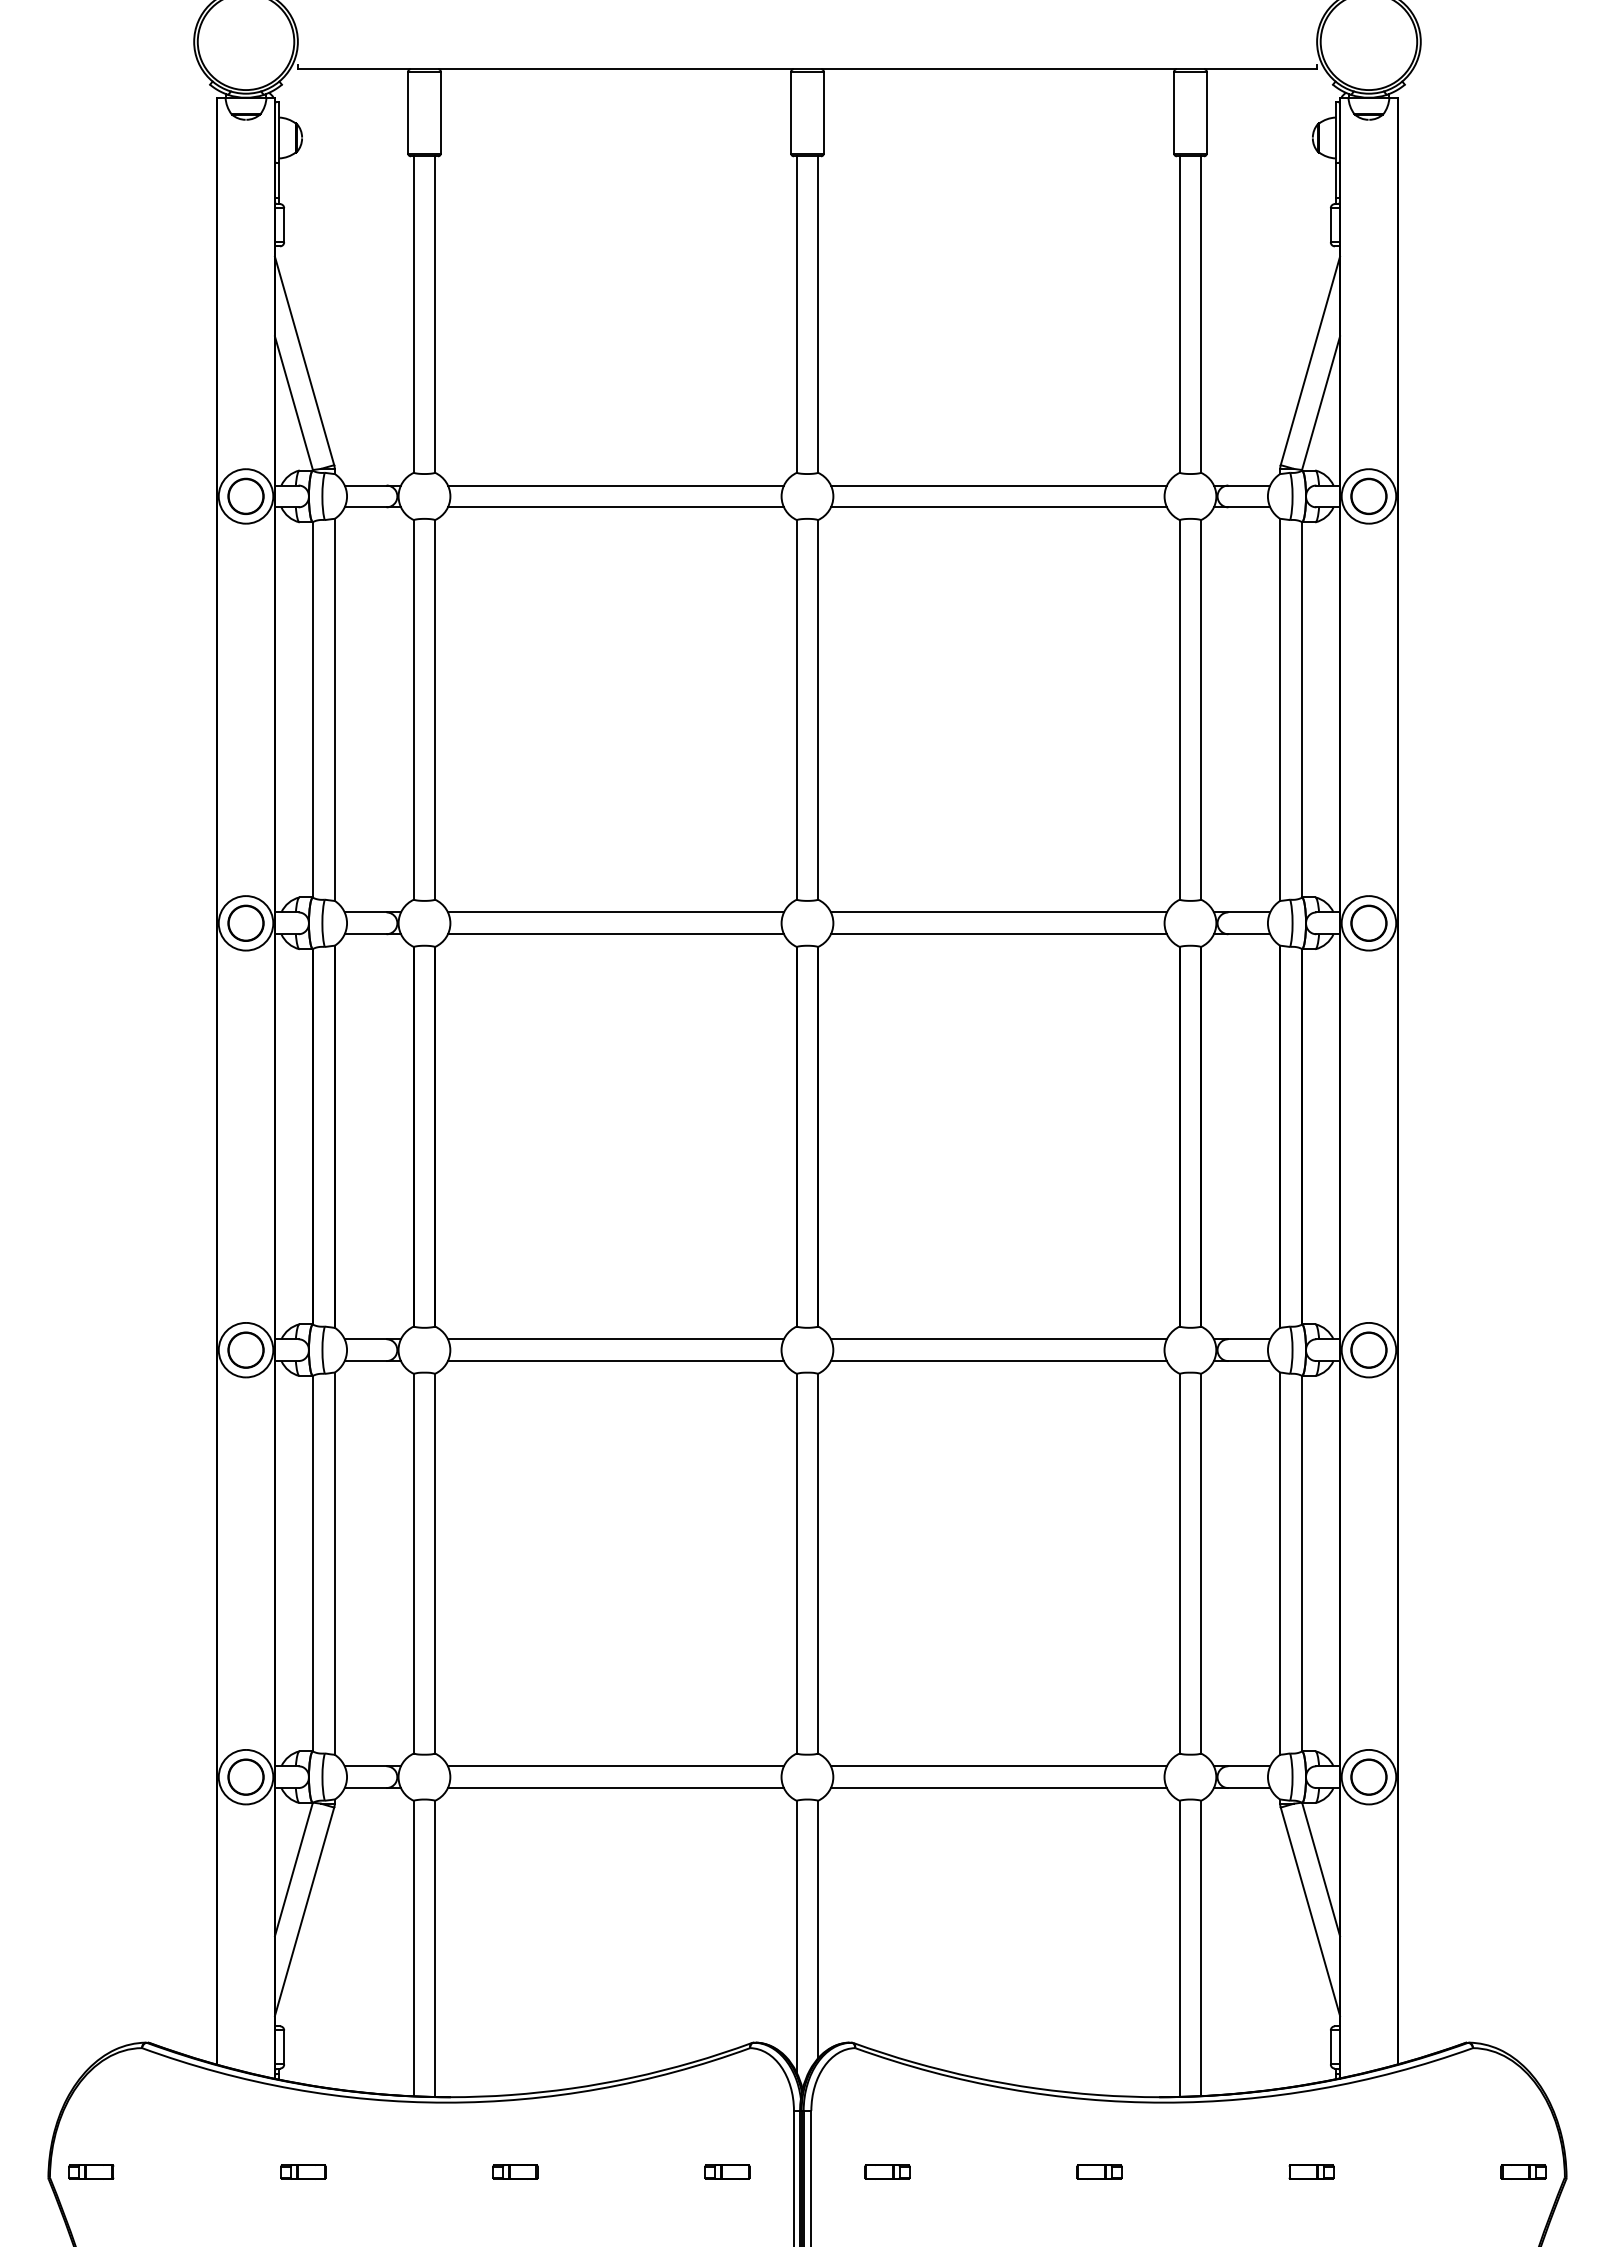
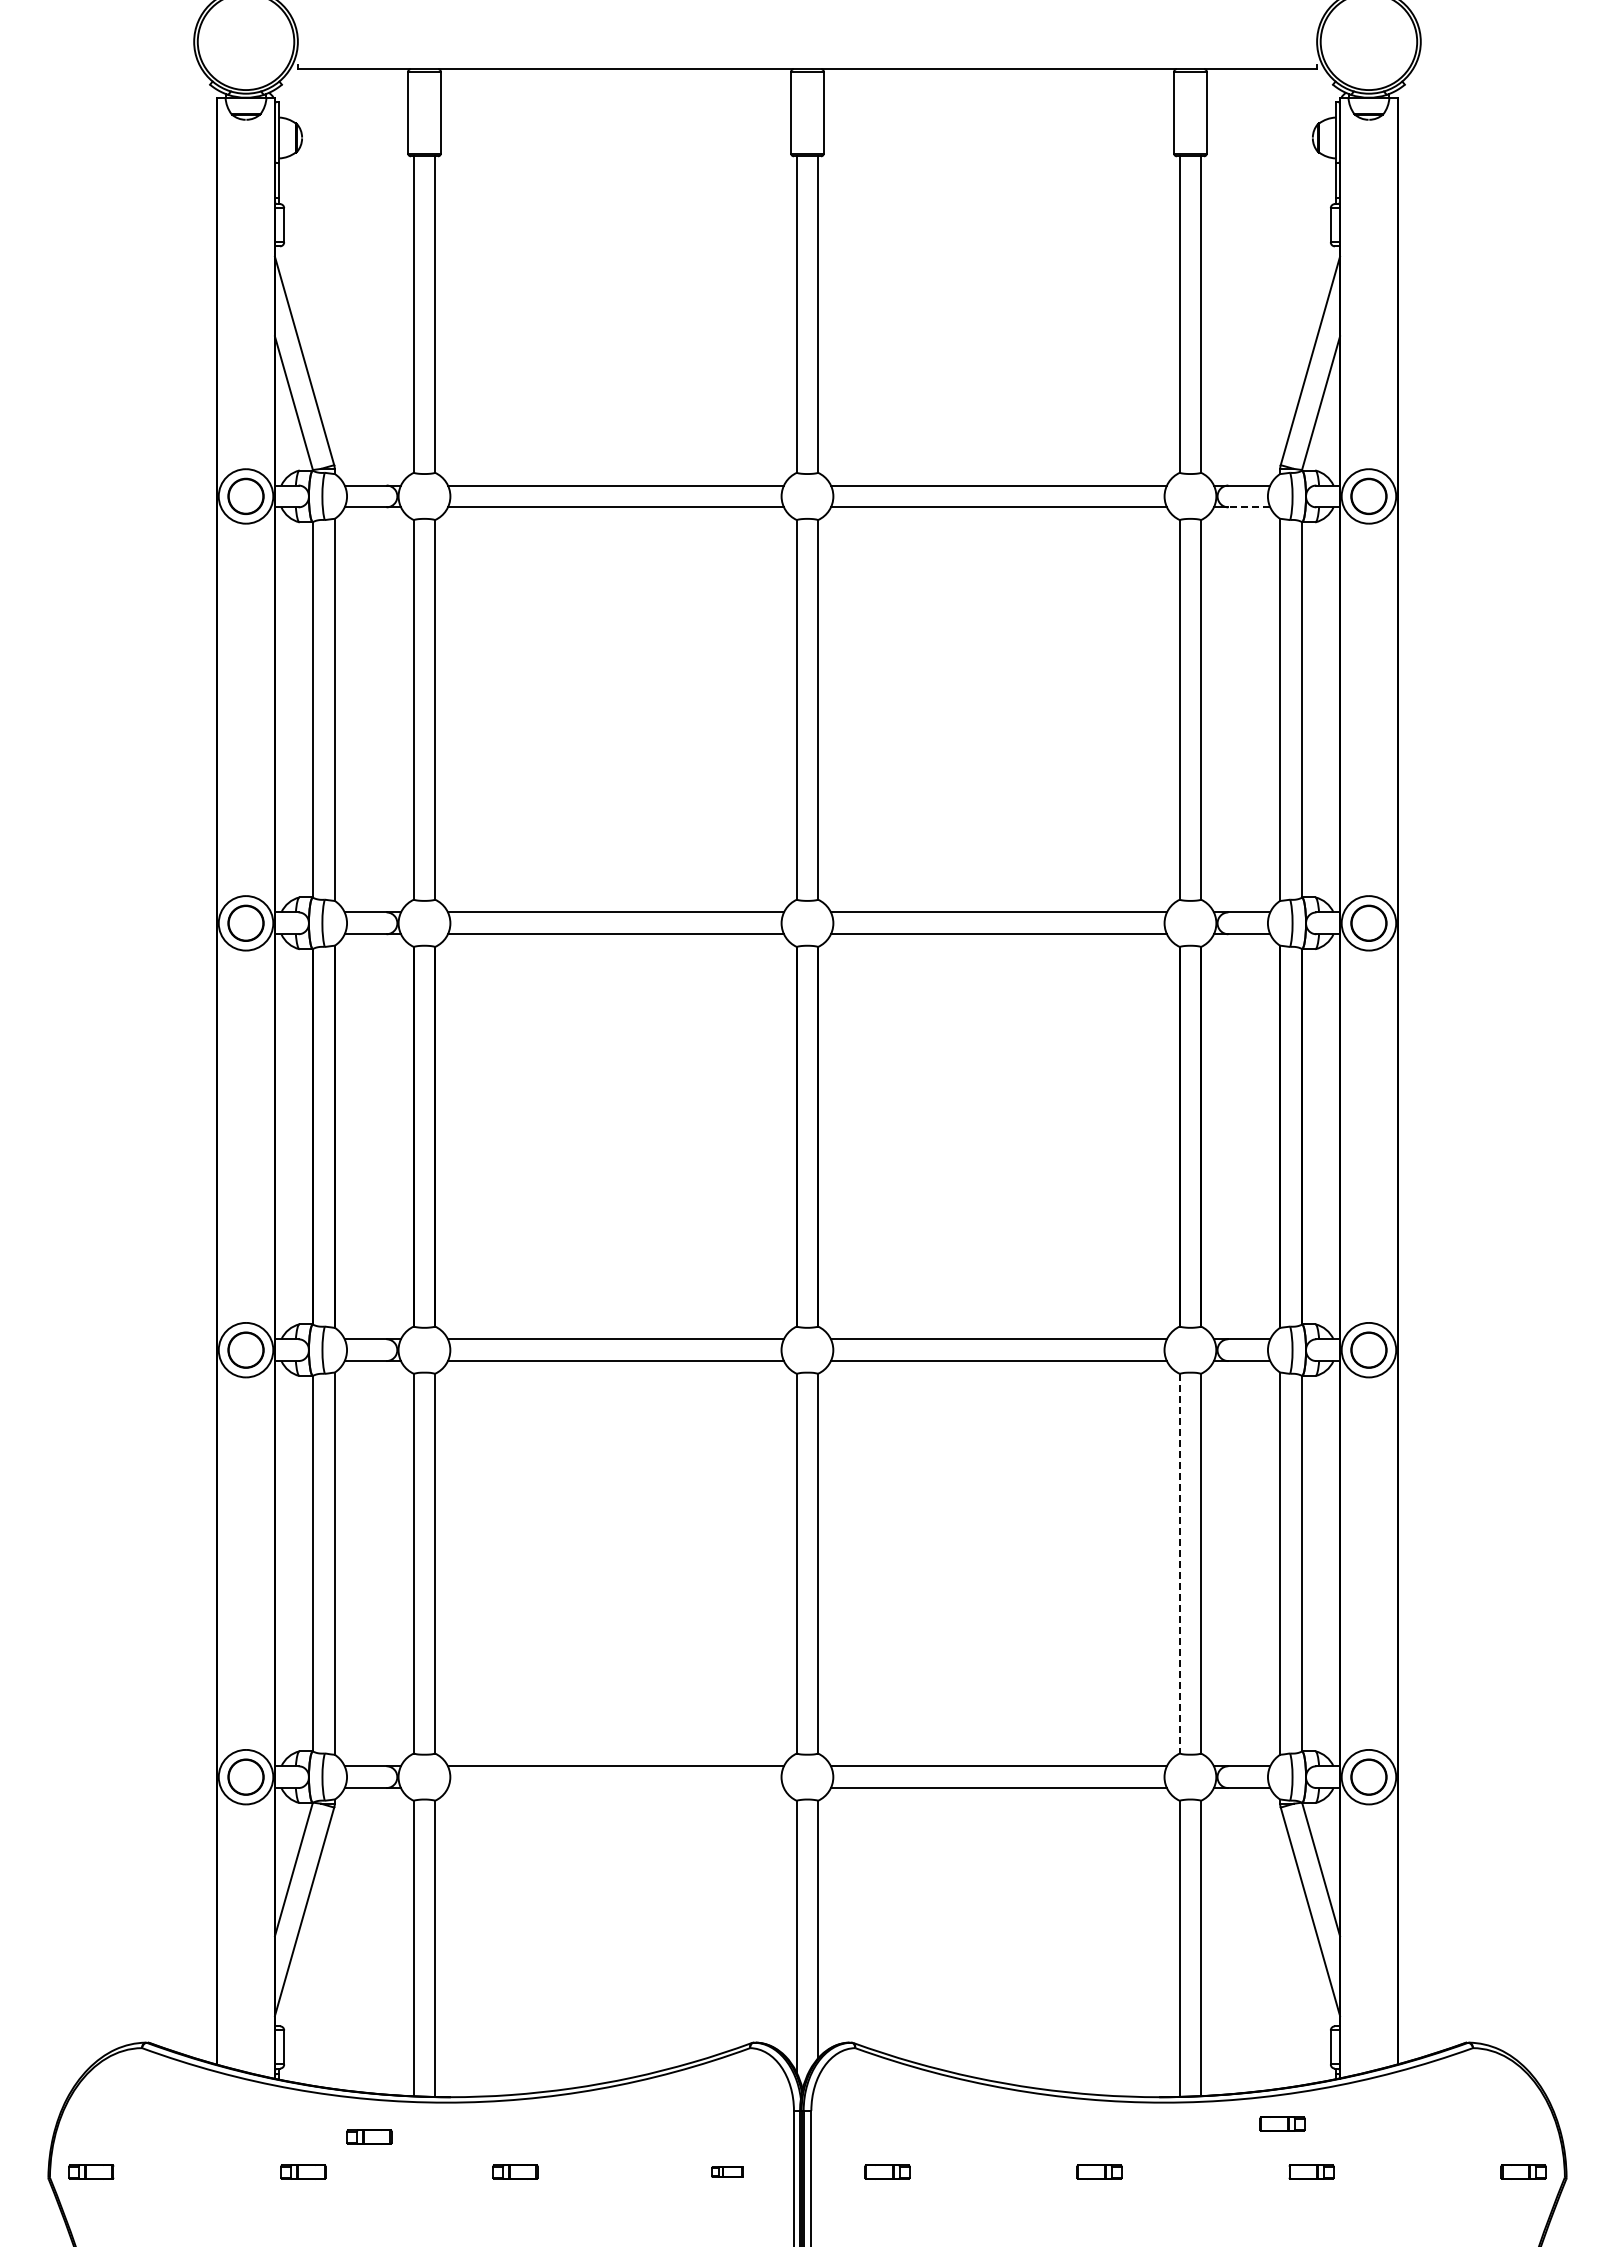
line at (1249, 507): solid -> dashed
line at (1179, 1563): solid -> dashed
line at (615, 1788): present -> none
part at (1282, 2123): none -> present
part at (369, 2136): none -> present
part at (727, 2171) size: 47x16 px -> 33x12 px
